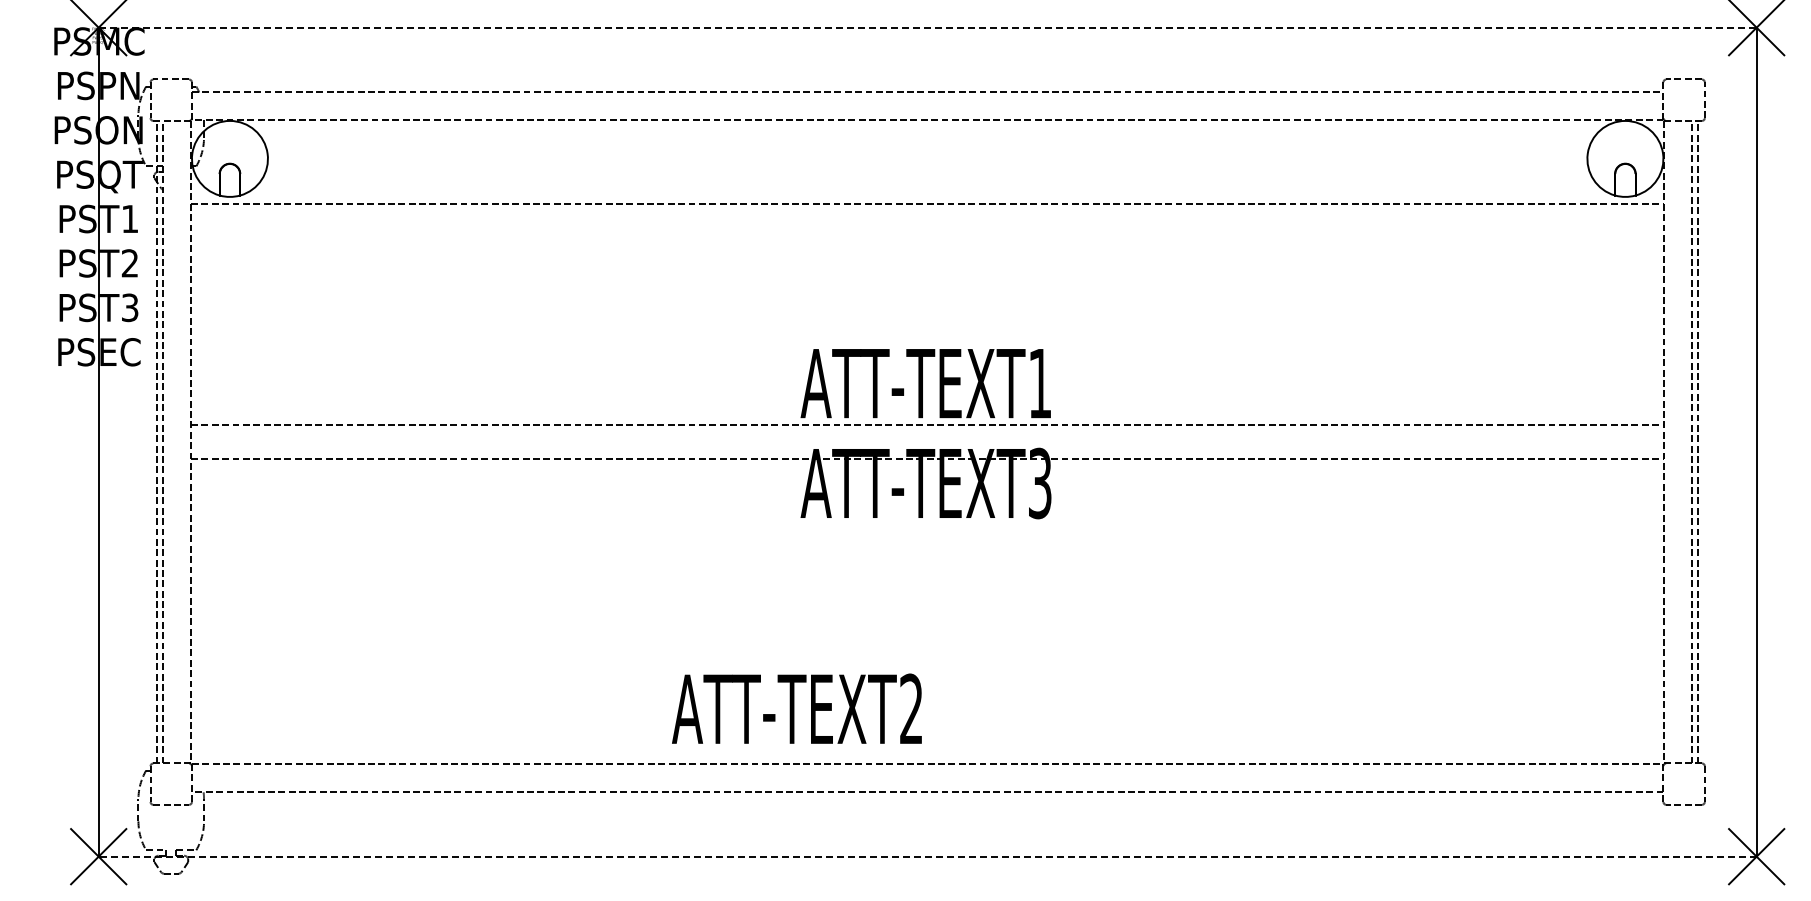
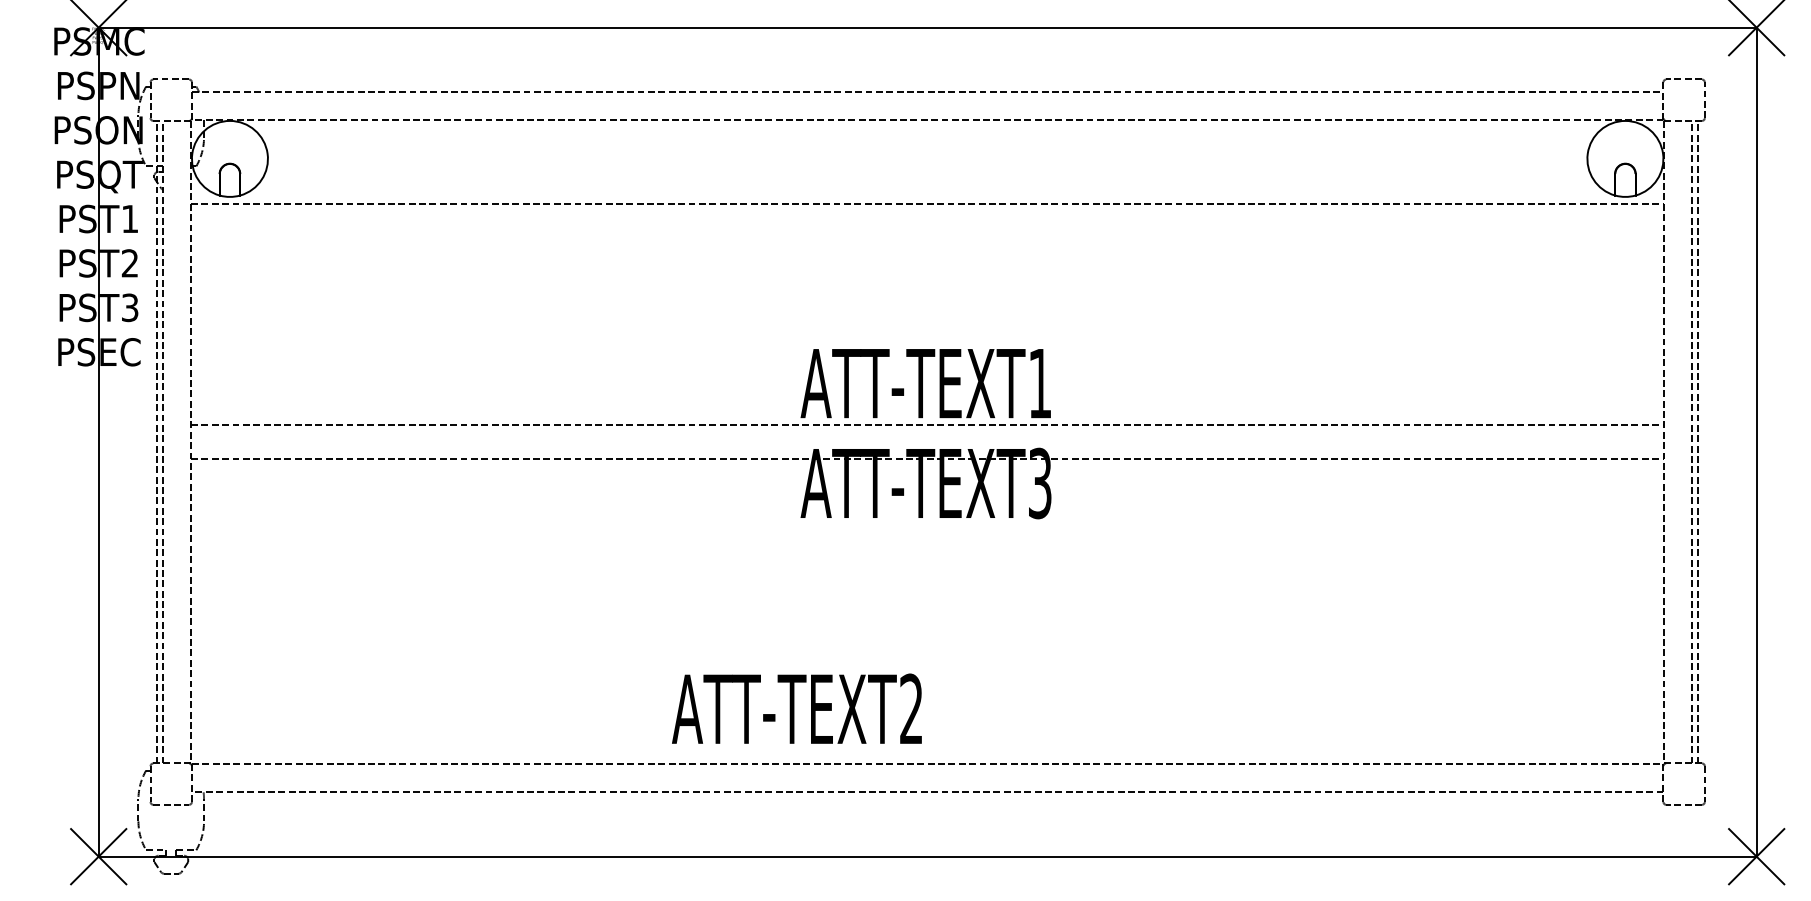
line at (927, 27): dashed -> solid
line at (927, 856): dashed -> solid
